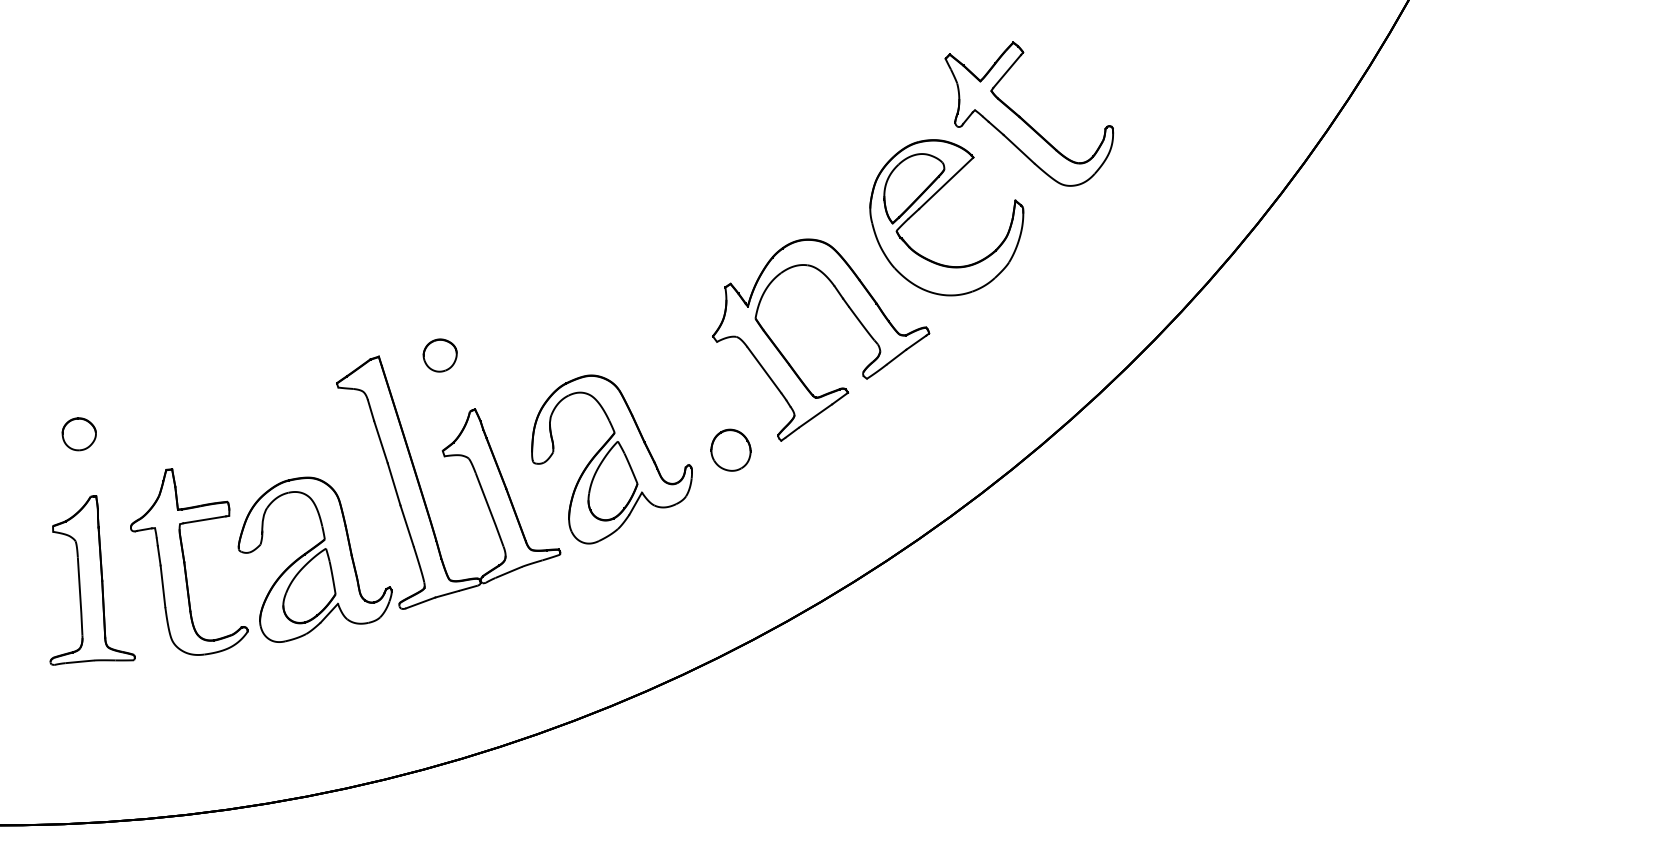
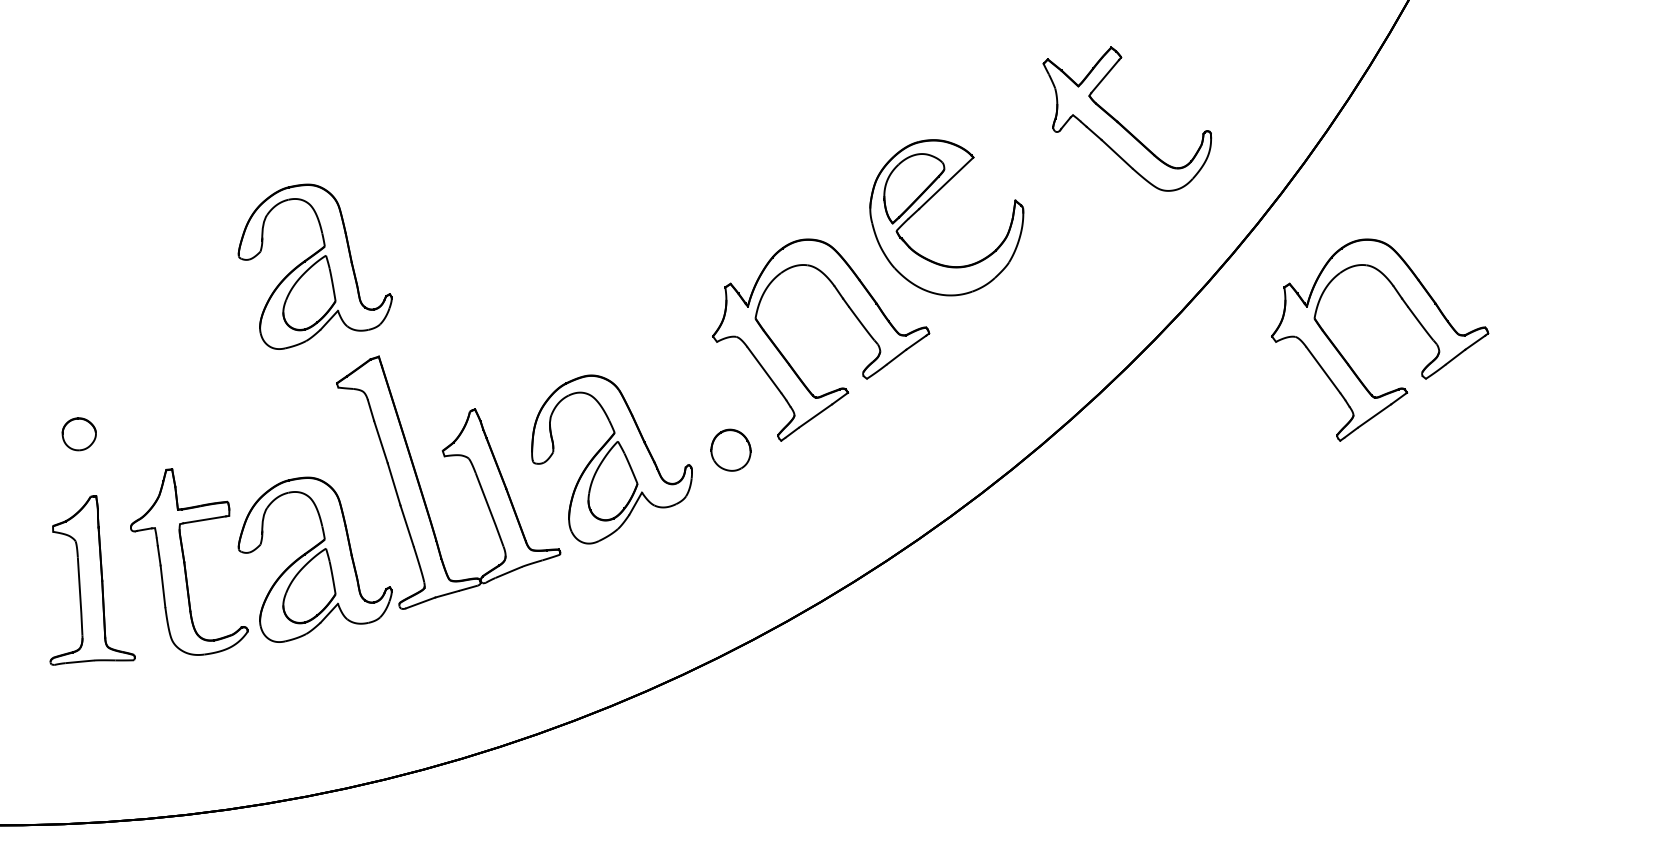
part at (1023, 118) position: (1023, 118) -> (1121, 123)
part at (314, 266): none -> present
part at (439, 355): present -> none
part at (1348, 362): none -> present
